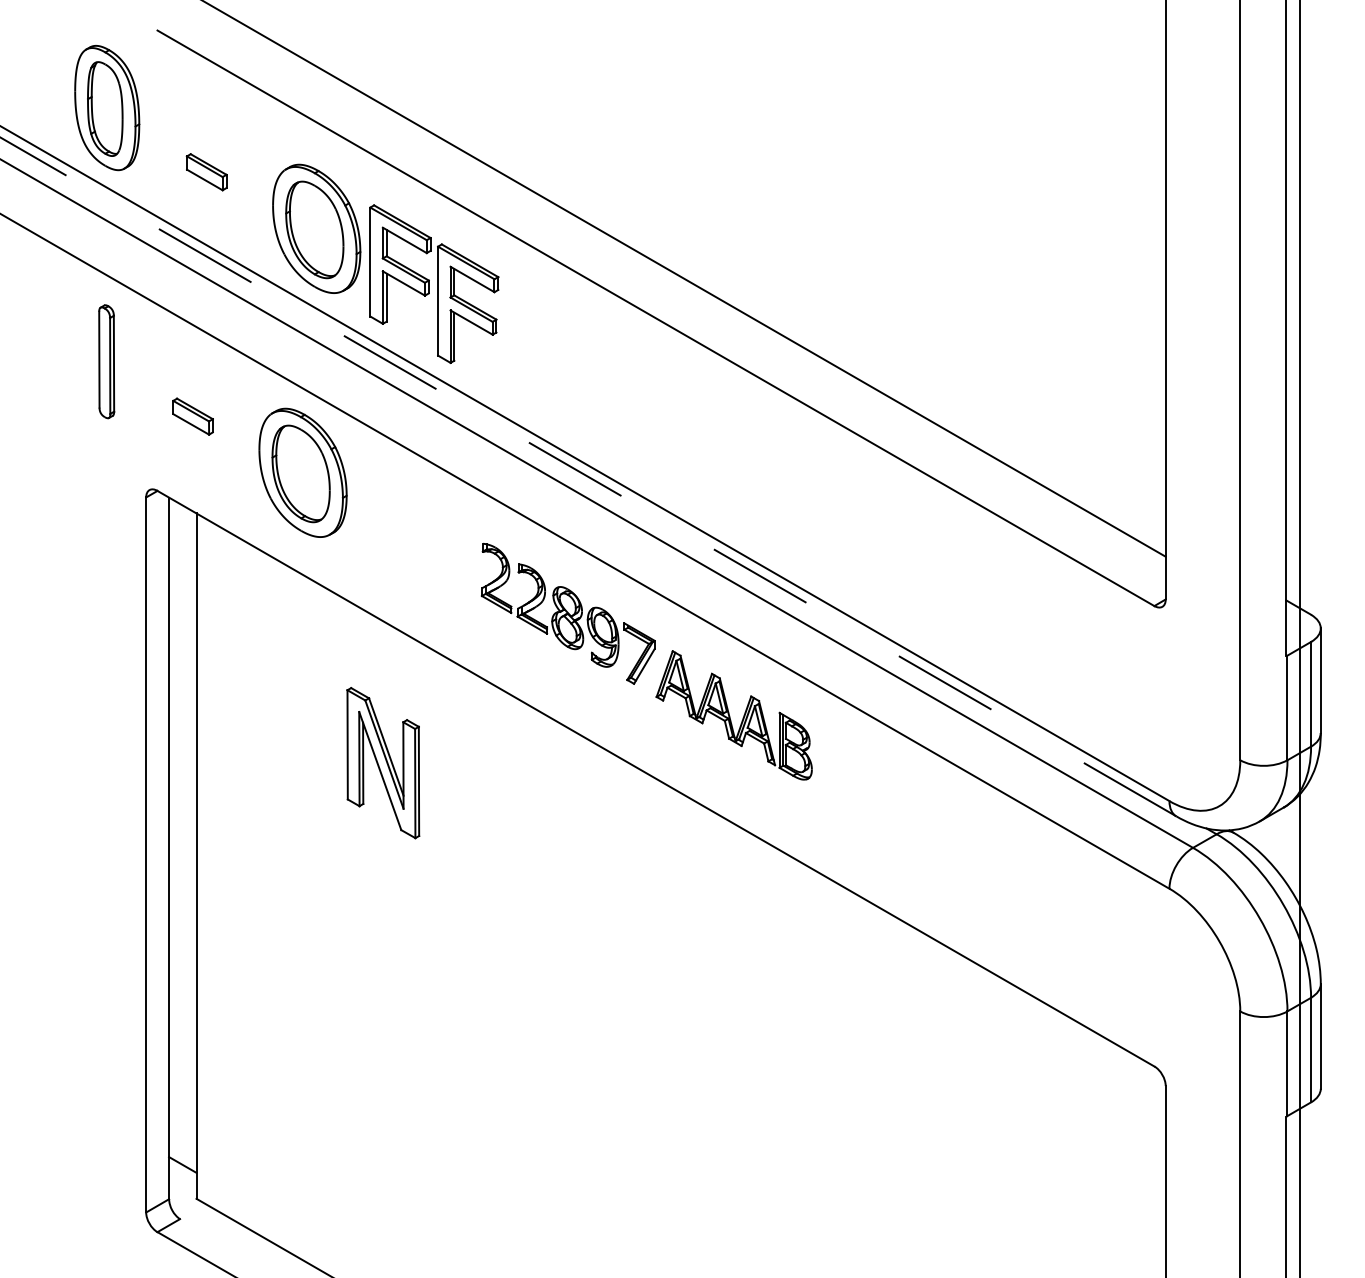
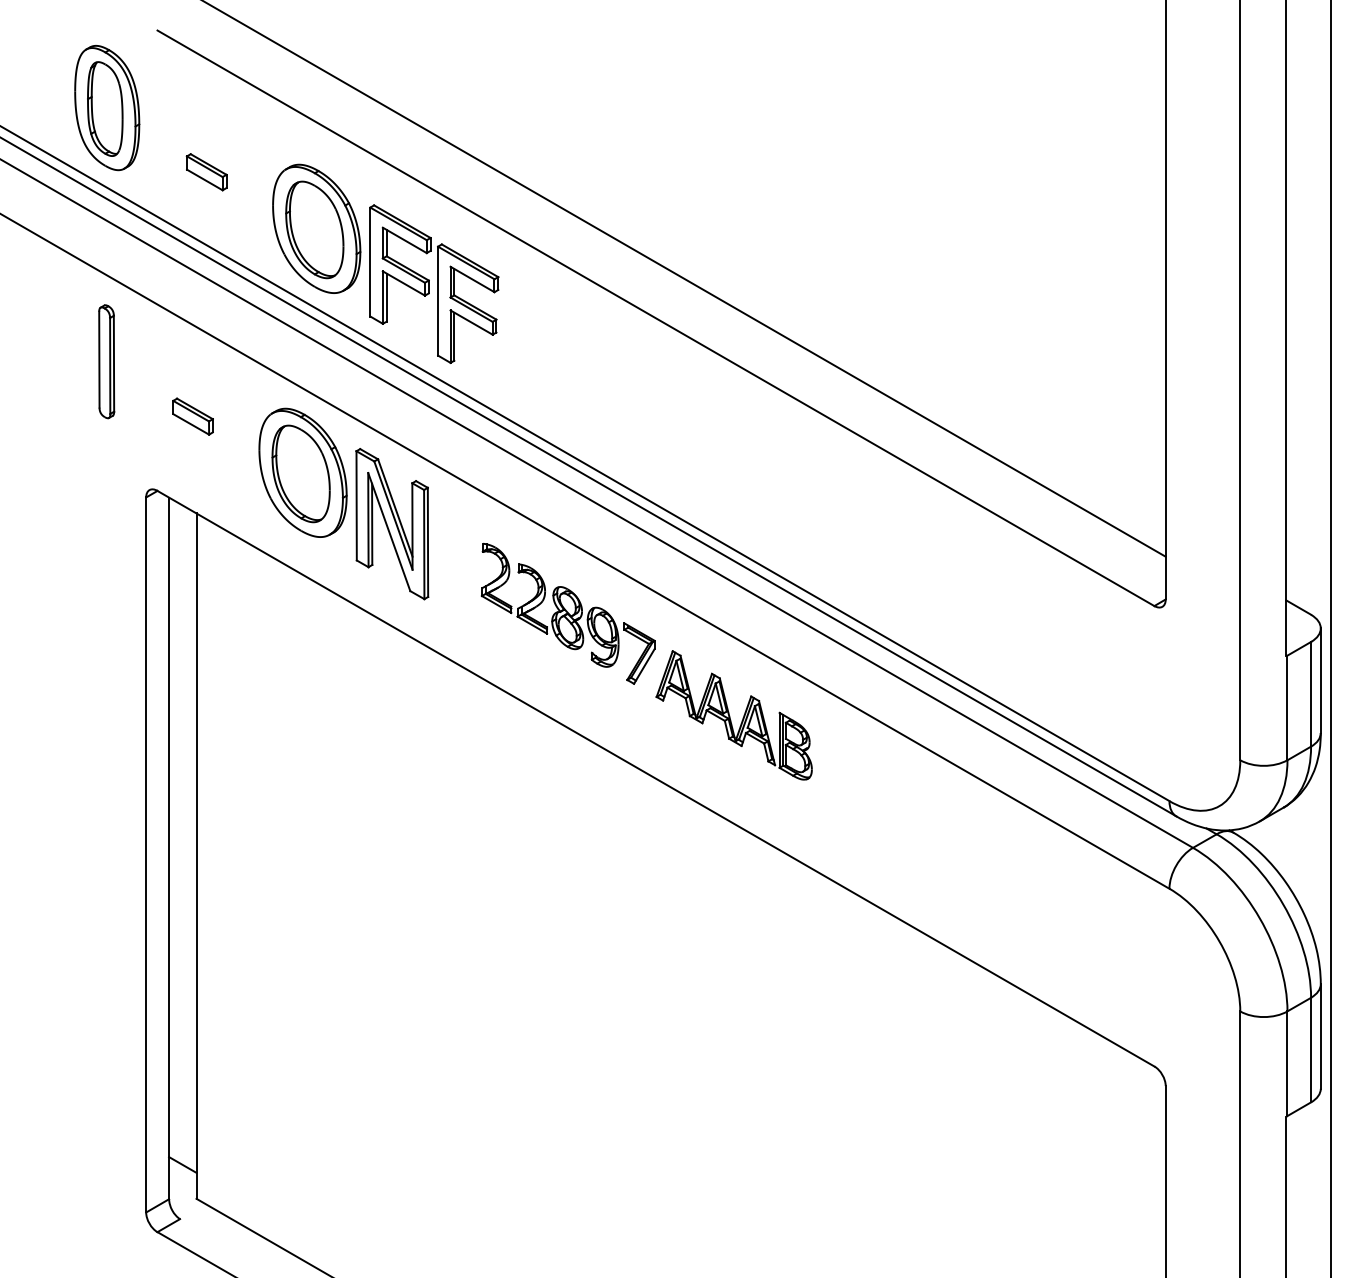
line at (588, 477): dashed -> solid
line at (1299, 638) position: (1299, 638) -> (1330, 638)
part at (383, 763) position: (383, 763) -> (392, 524)
